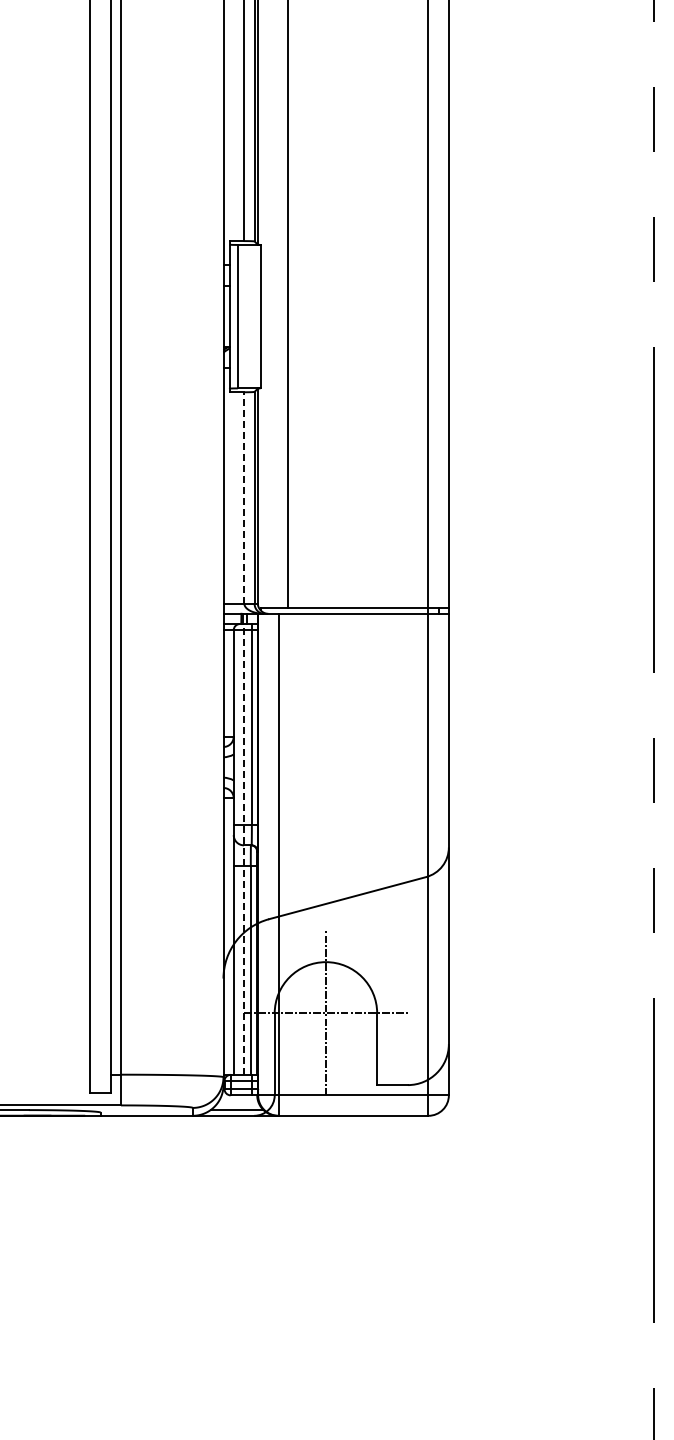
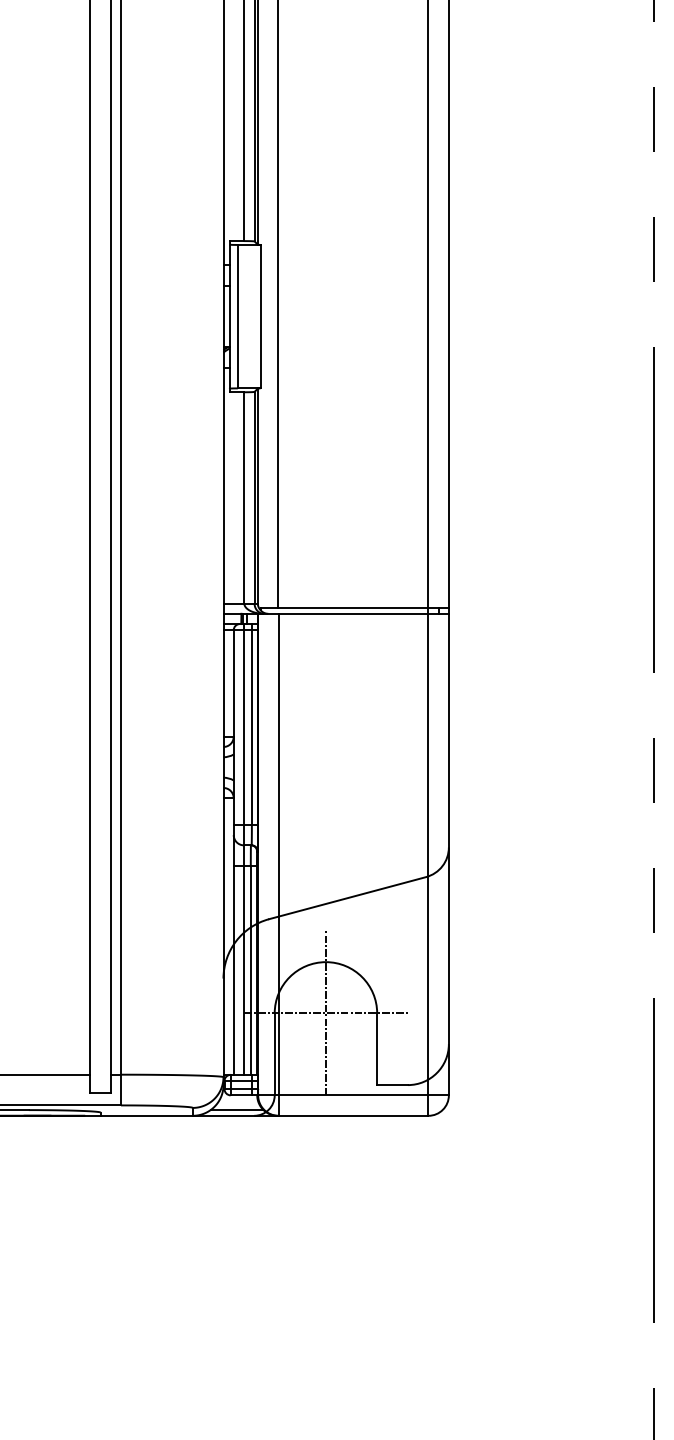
line at (288, 304) position: (288, 304) -> (278, 304)
line at (244, 497): dashed -> solid
line at (243, 848): dashed -> solid
line at (46, 1074): none -> present
